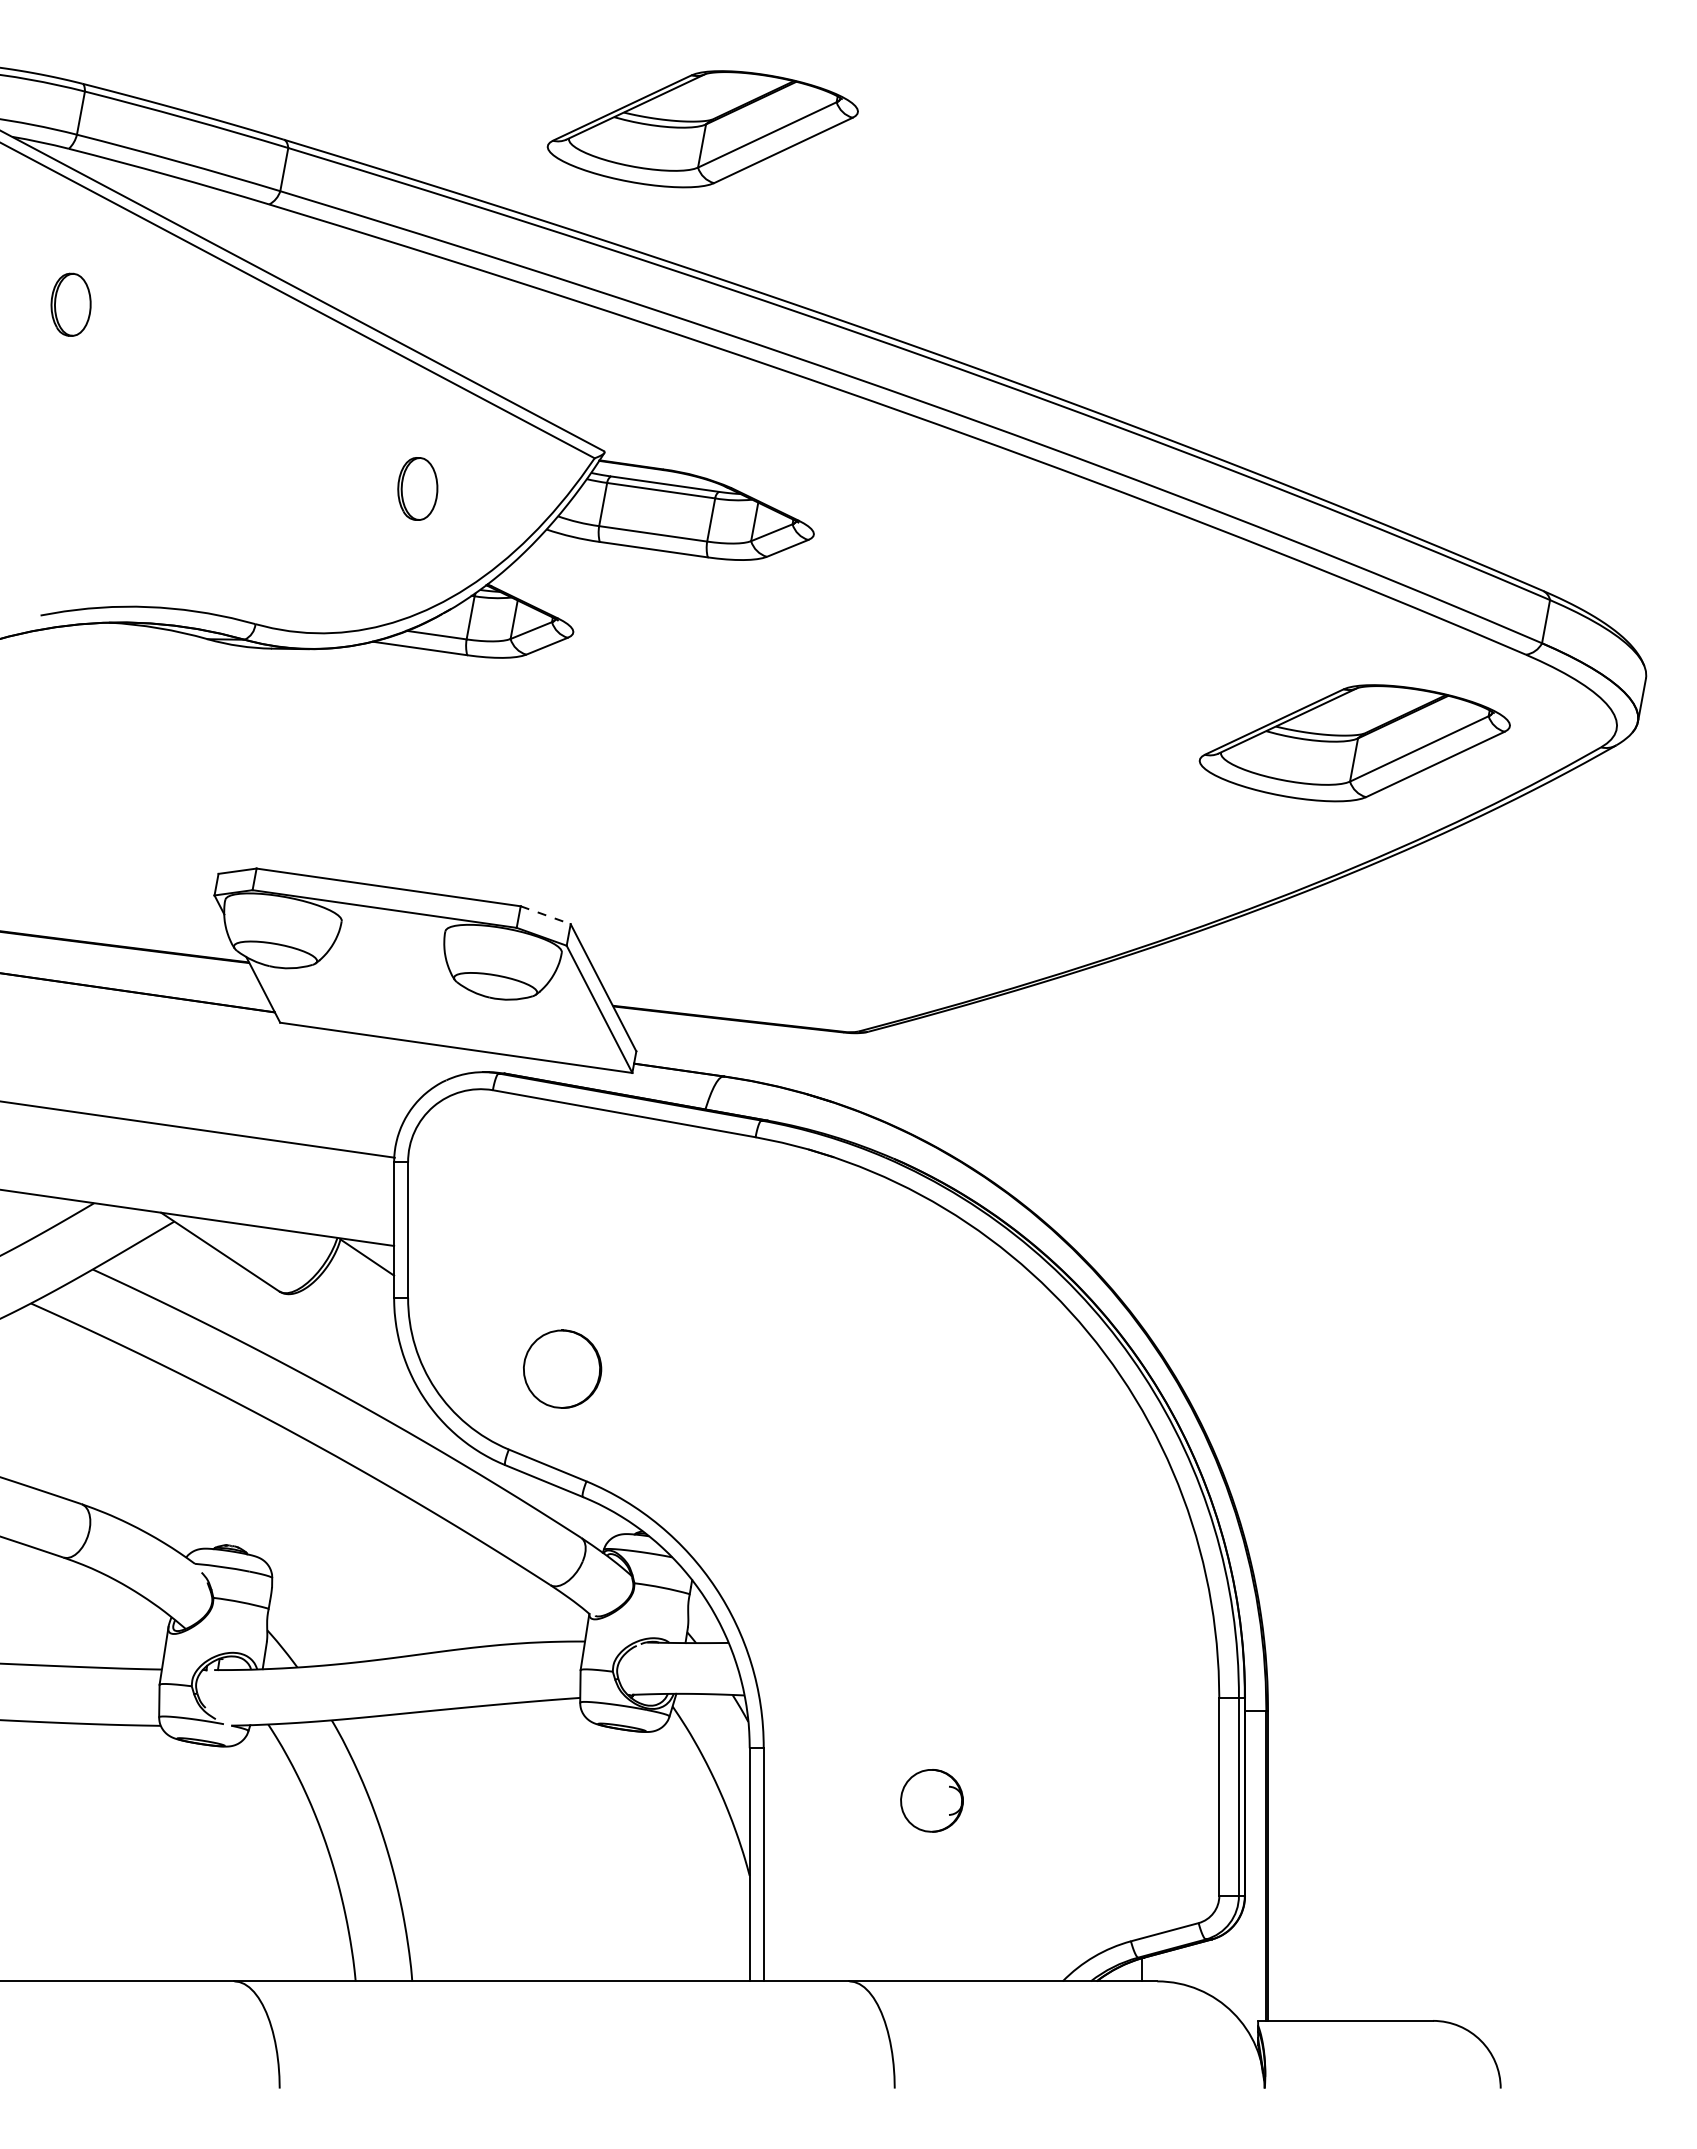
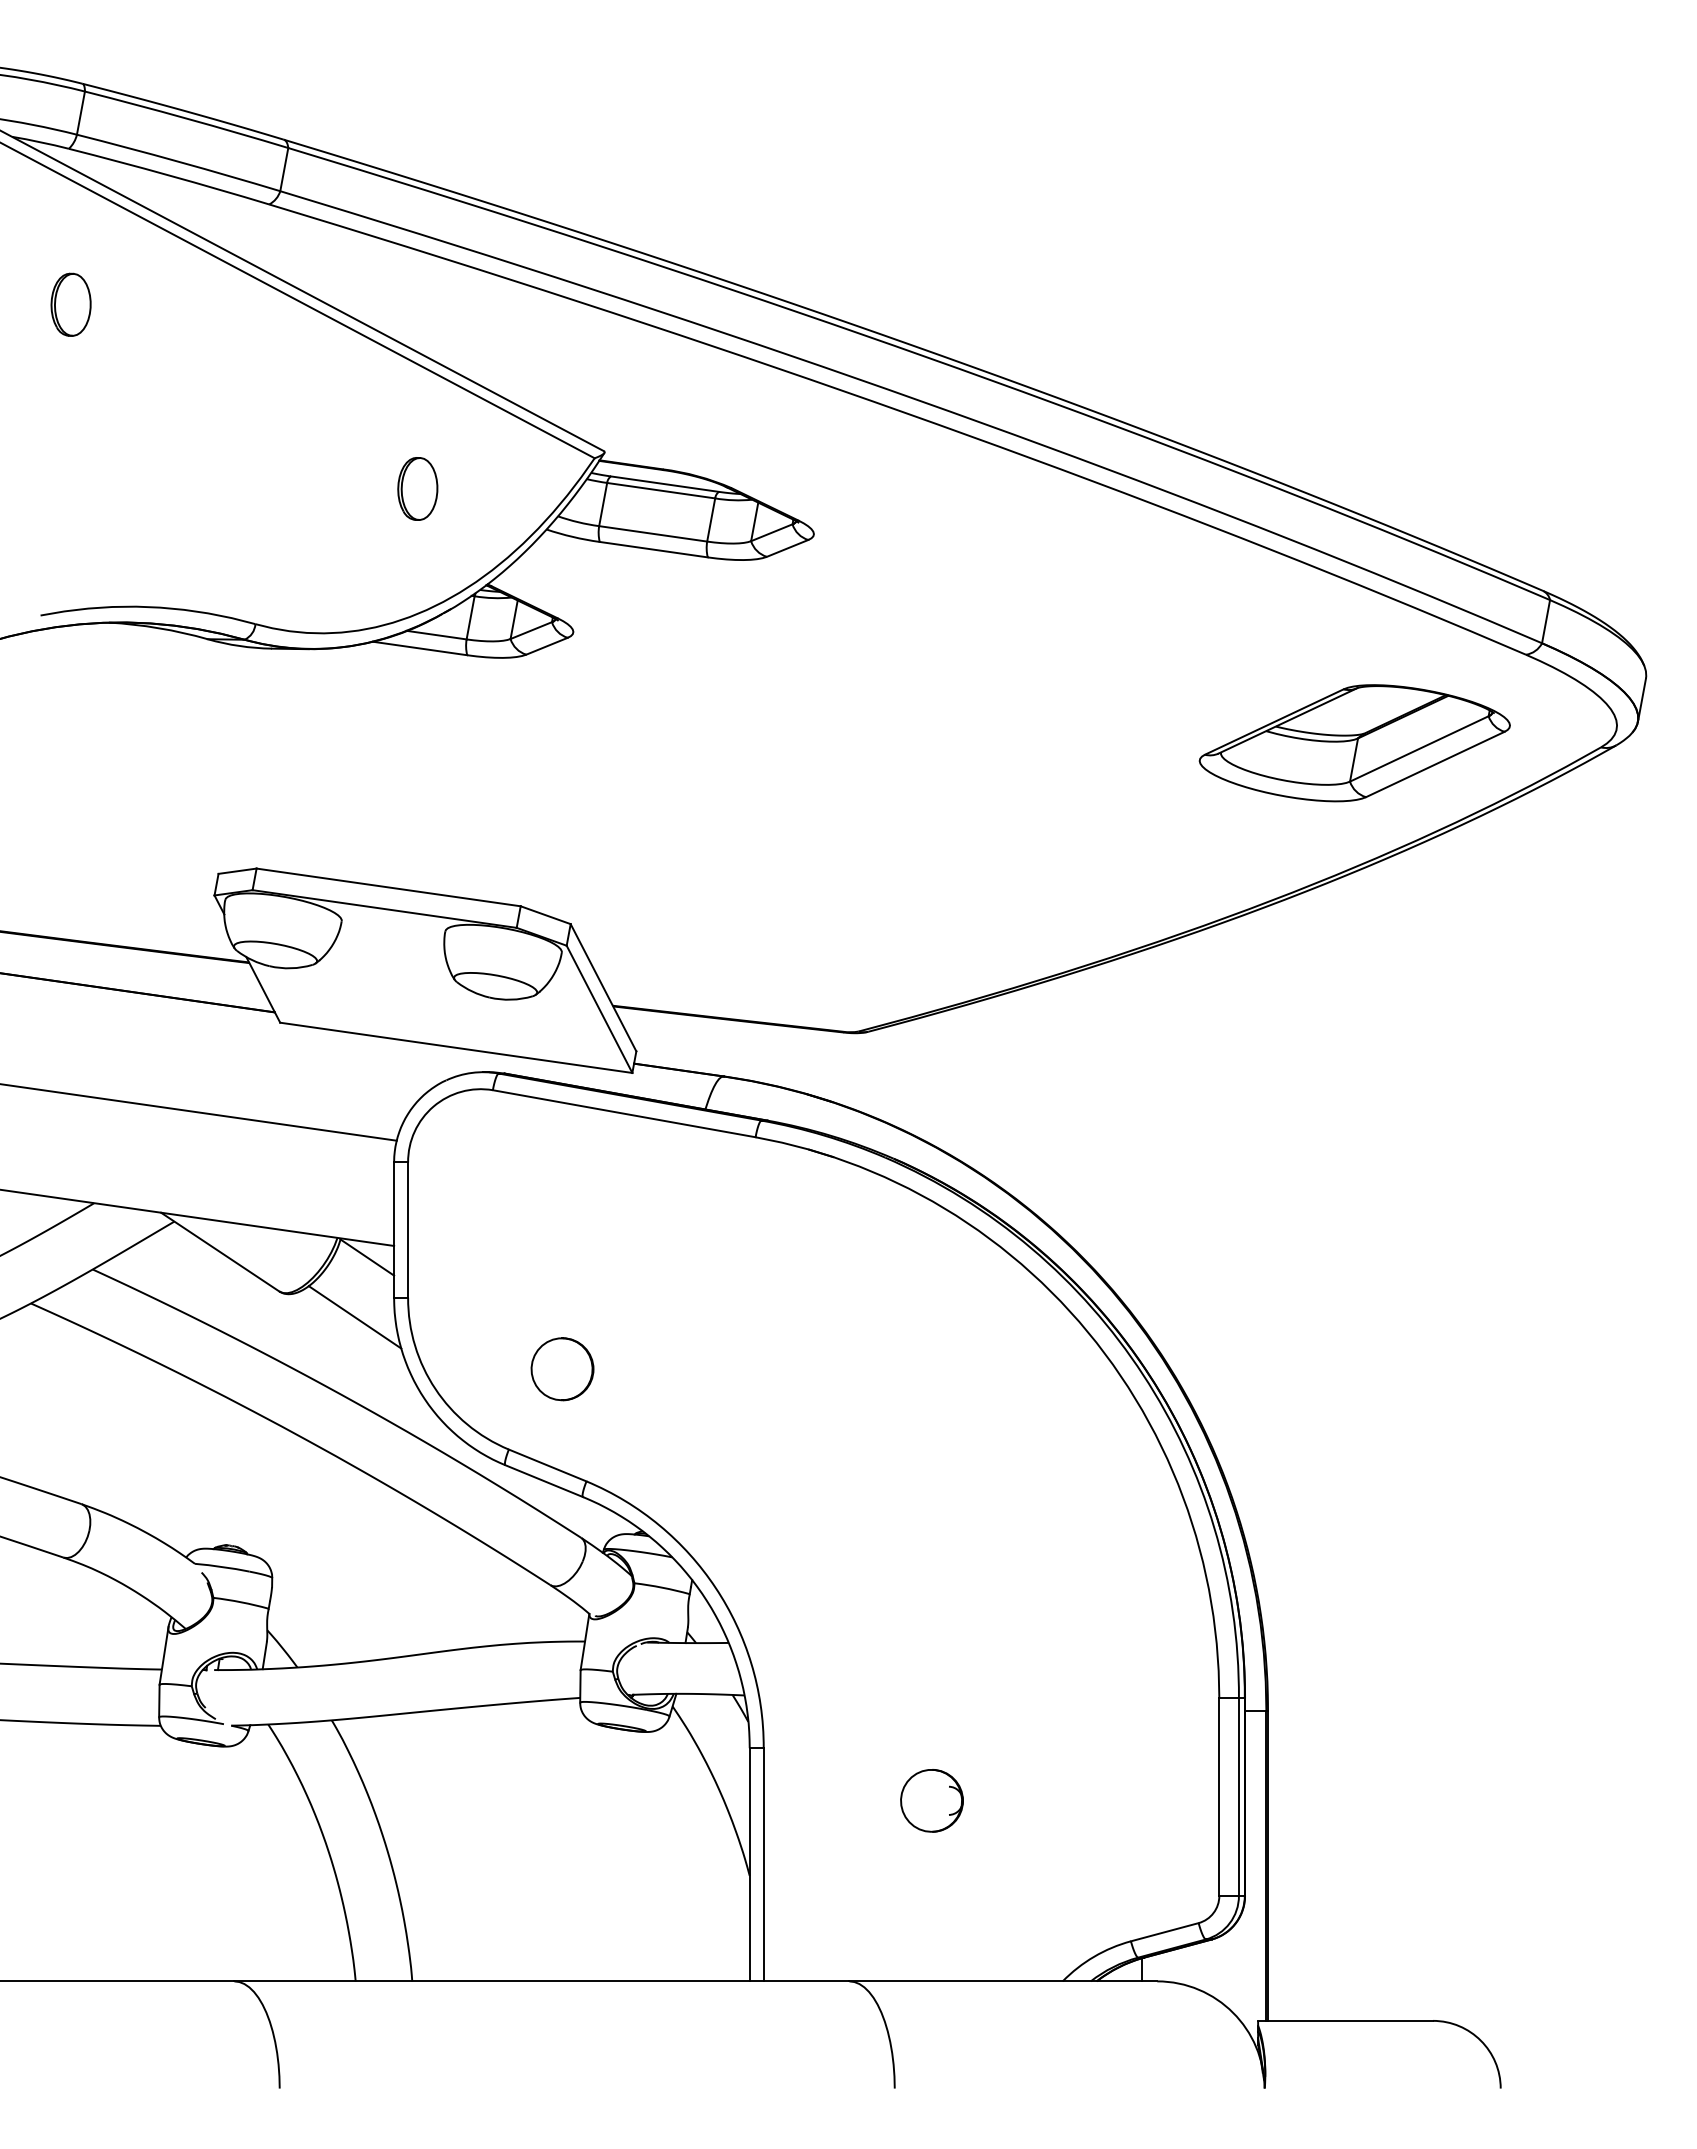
part at (702, 129): present -> none
line at (545, 915): dashed -> solid
line at (198, 1129) position: (198, 1129) -> (199, 1112)
line at (354, 1317): none -> present
part at (562, 1368) size: 80x80 px -> 65x65 px
